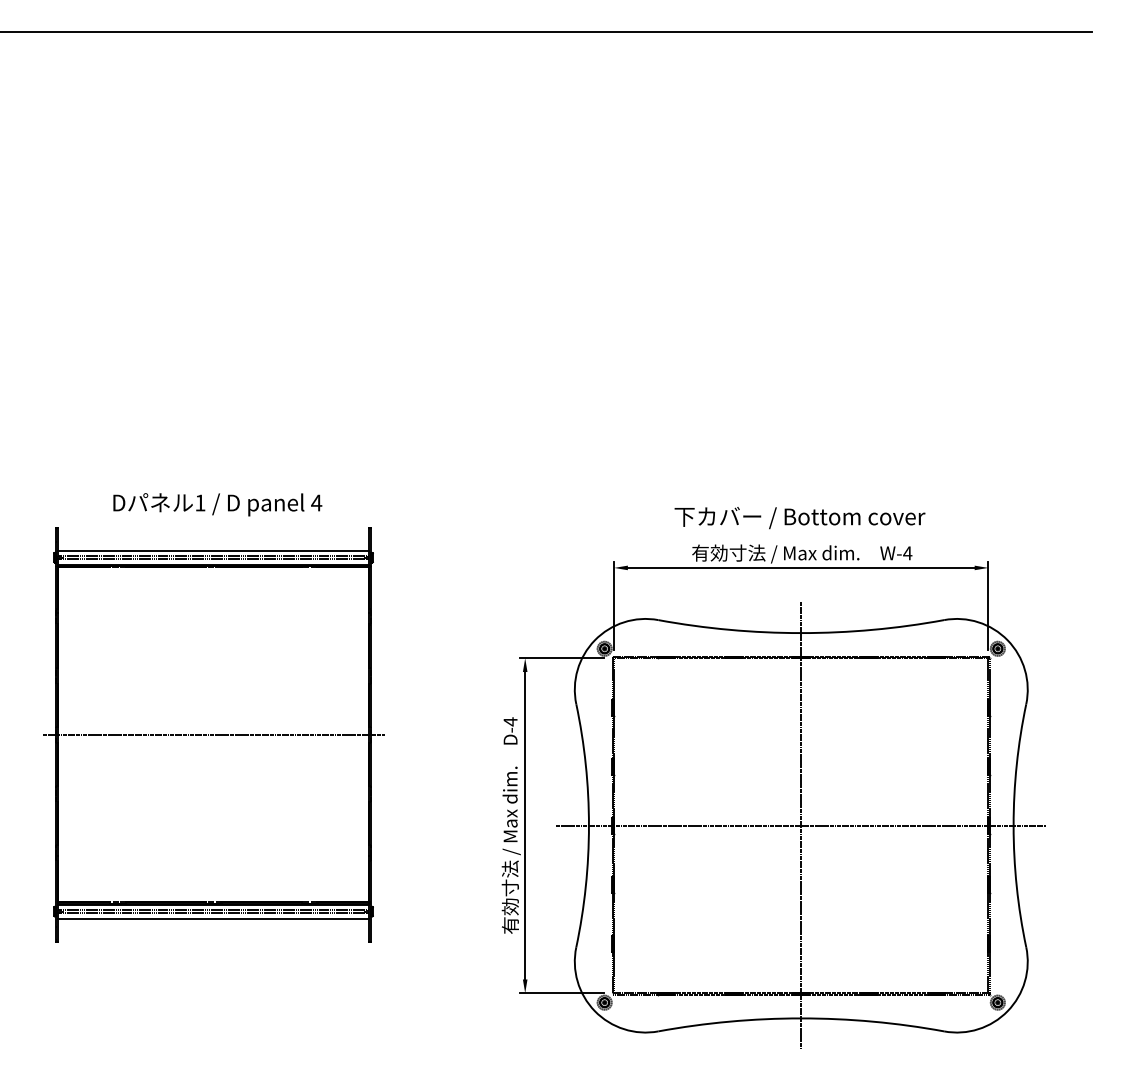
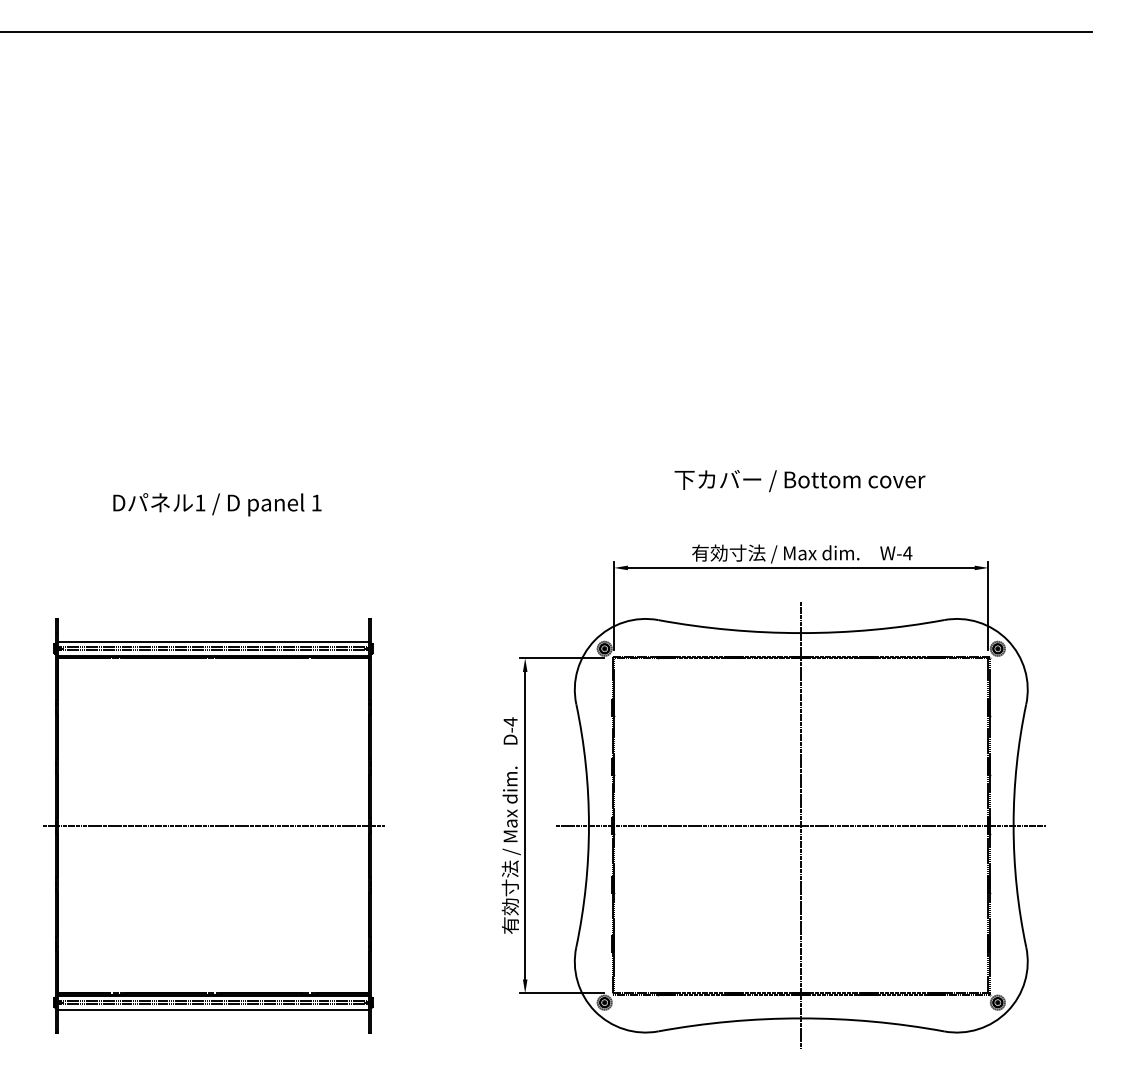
text at (316, 502): 4 -> 1
text at (799, 518) position: (799, 518) -> (799, 481)
part at (213, 734) position: (213, 734) -> (213, 825)
